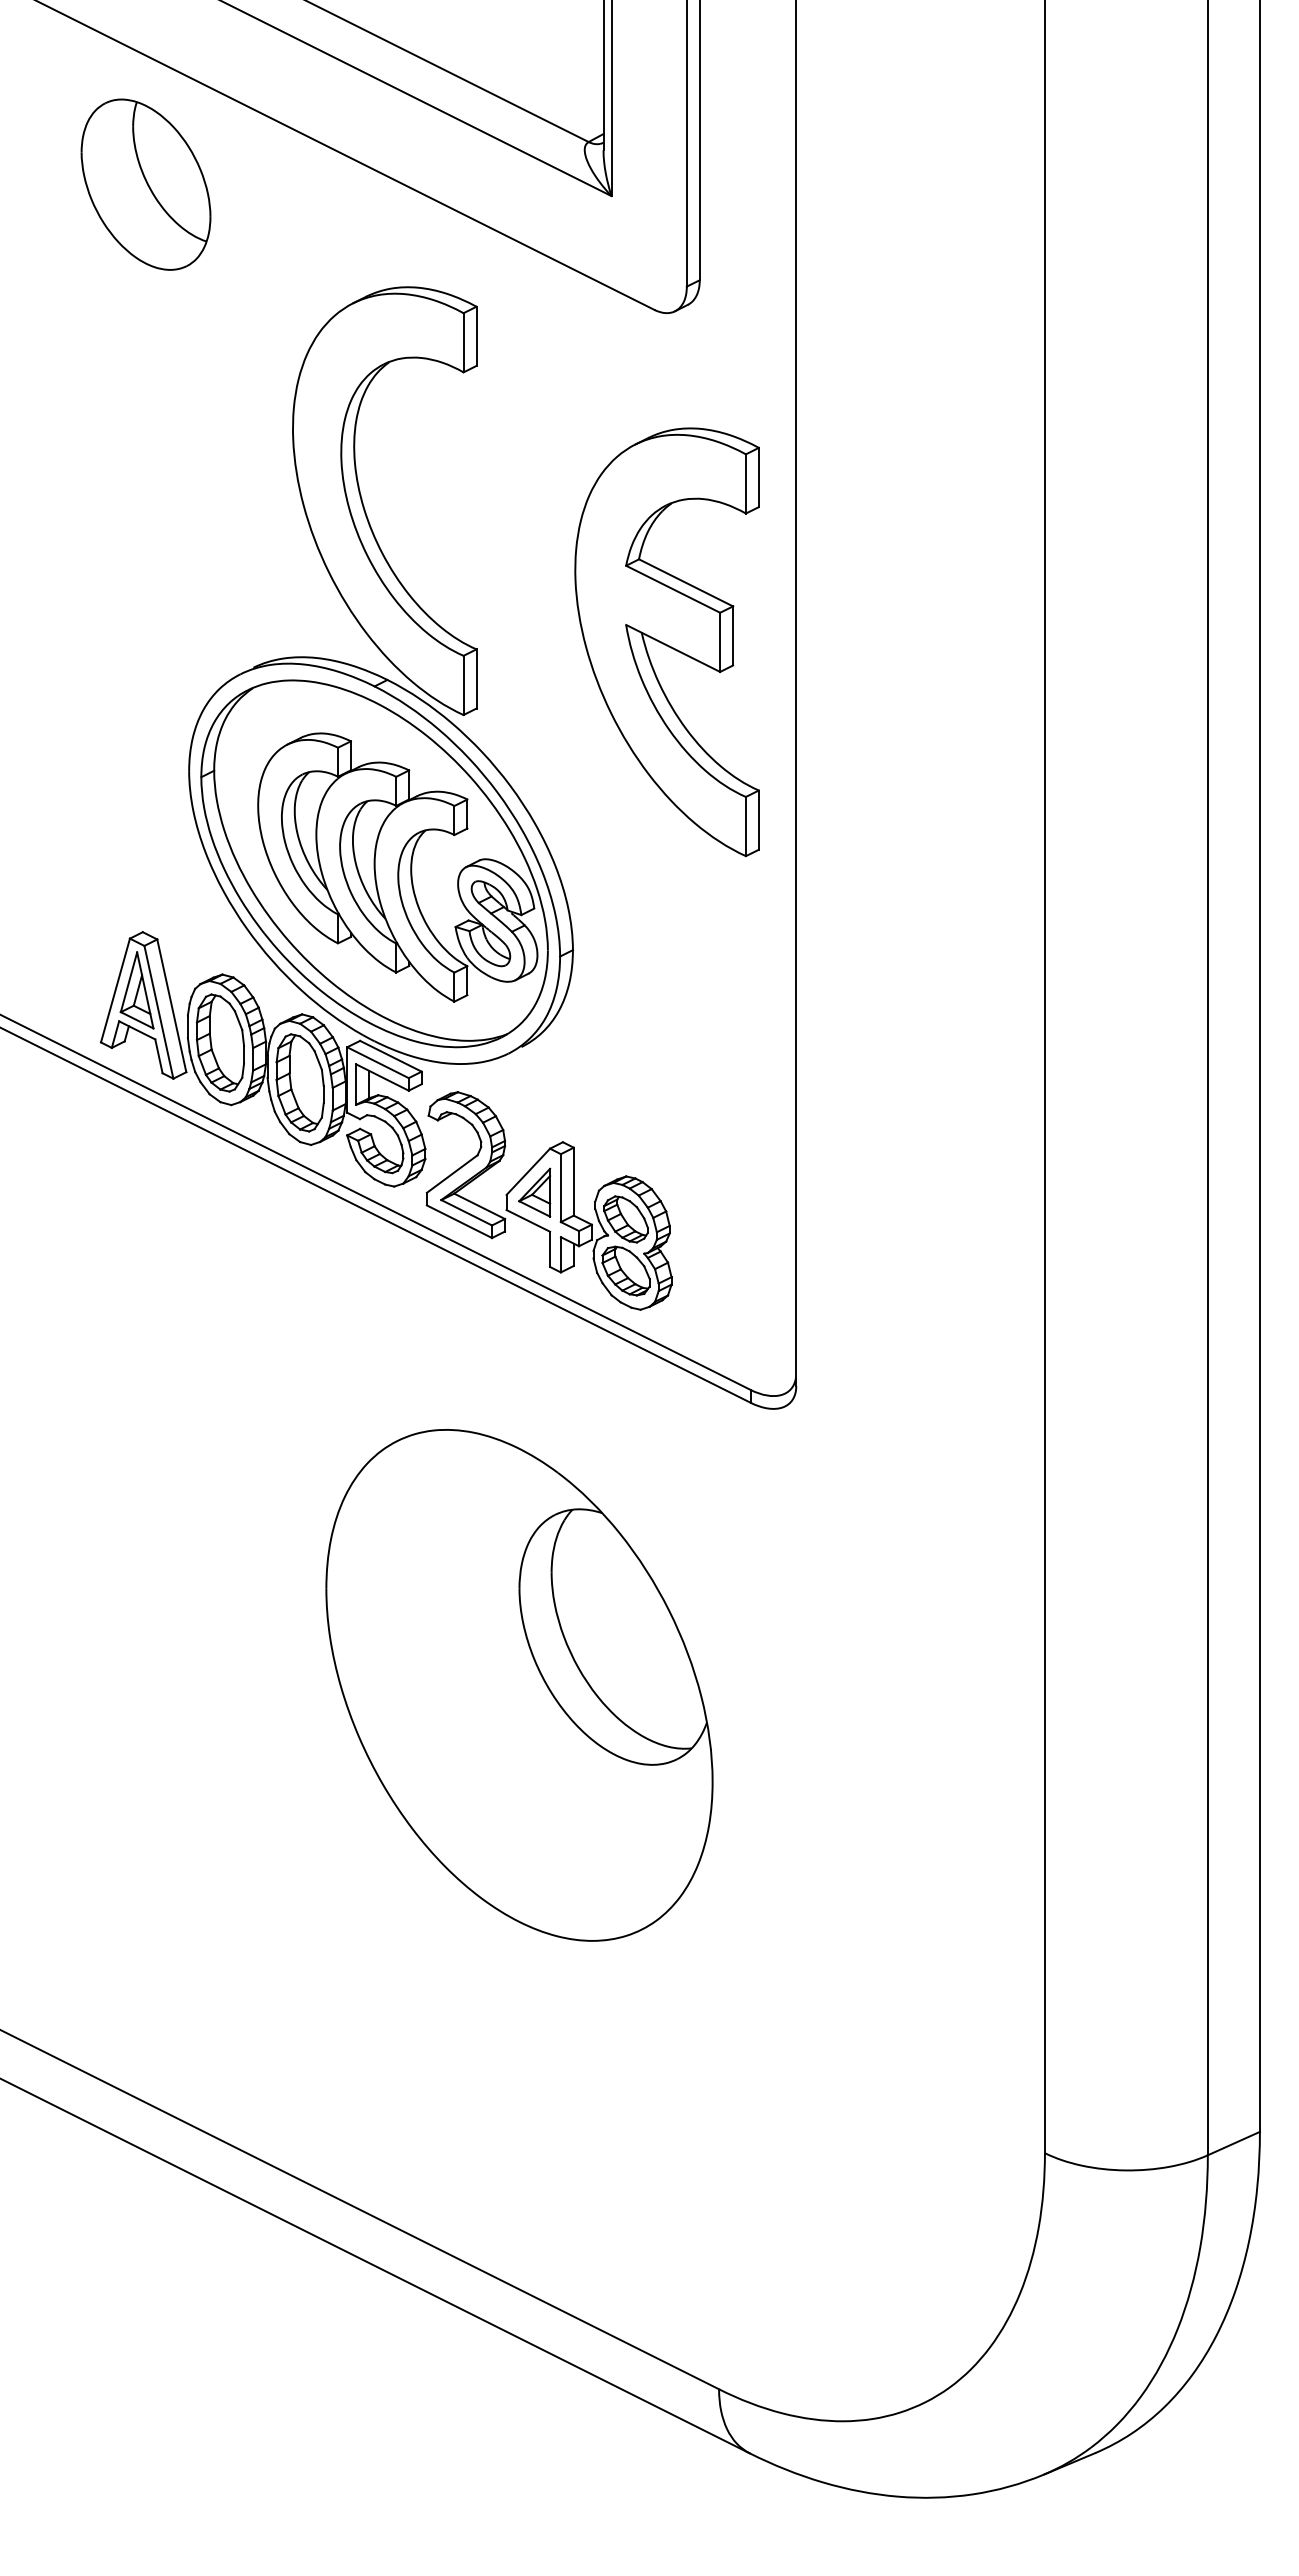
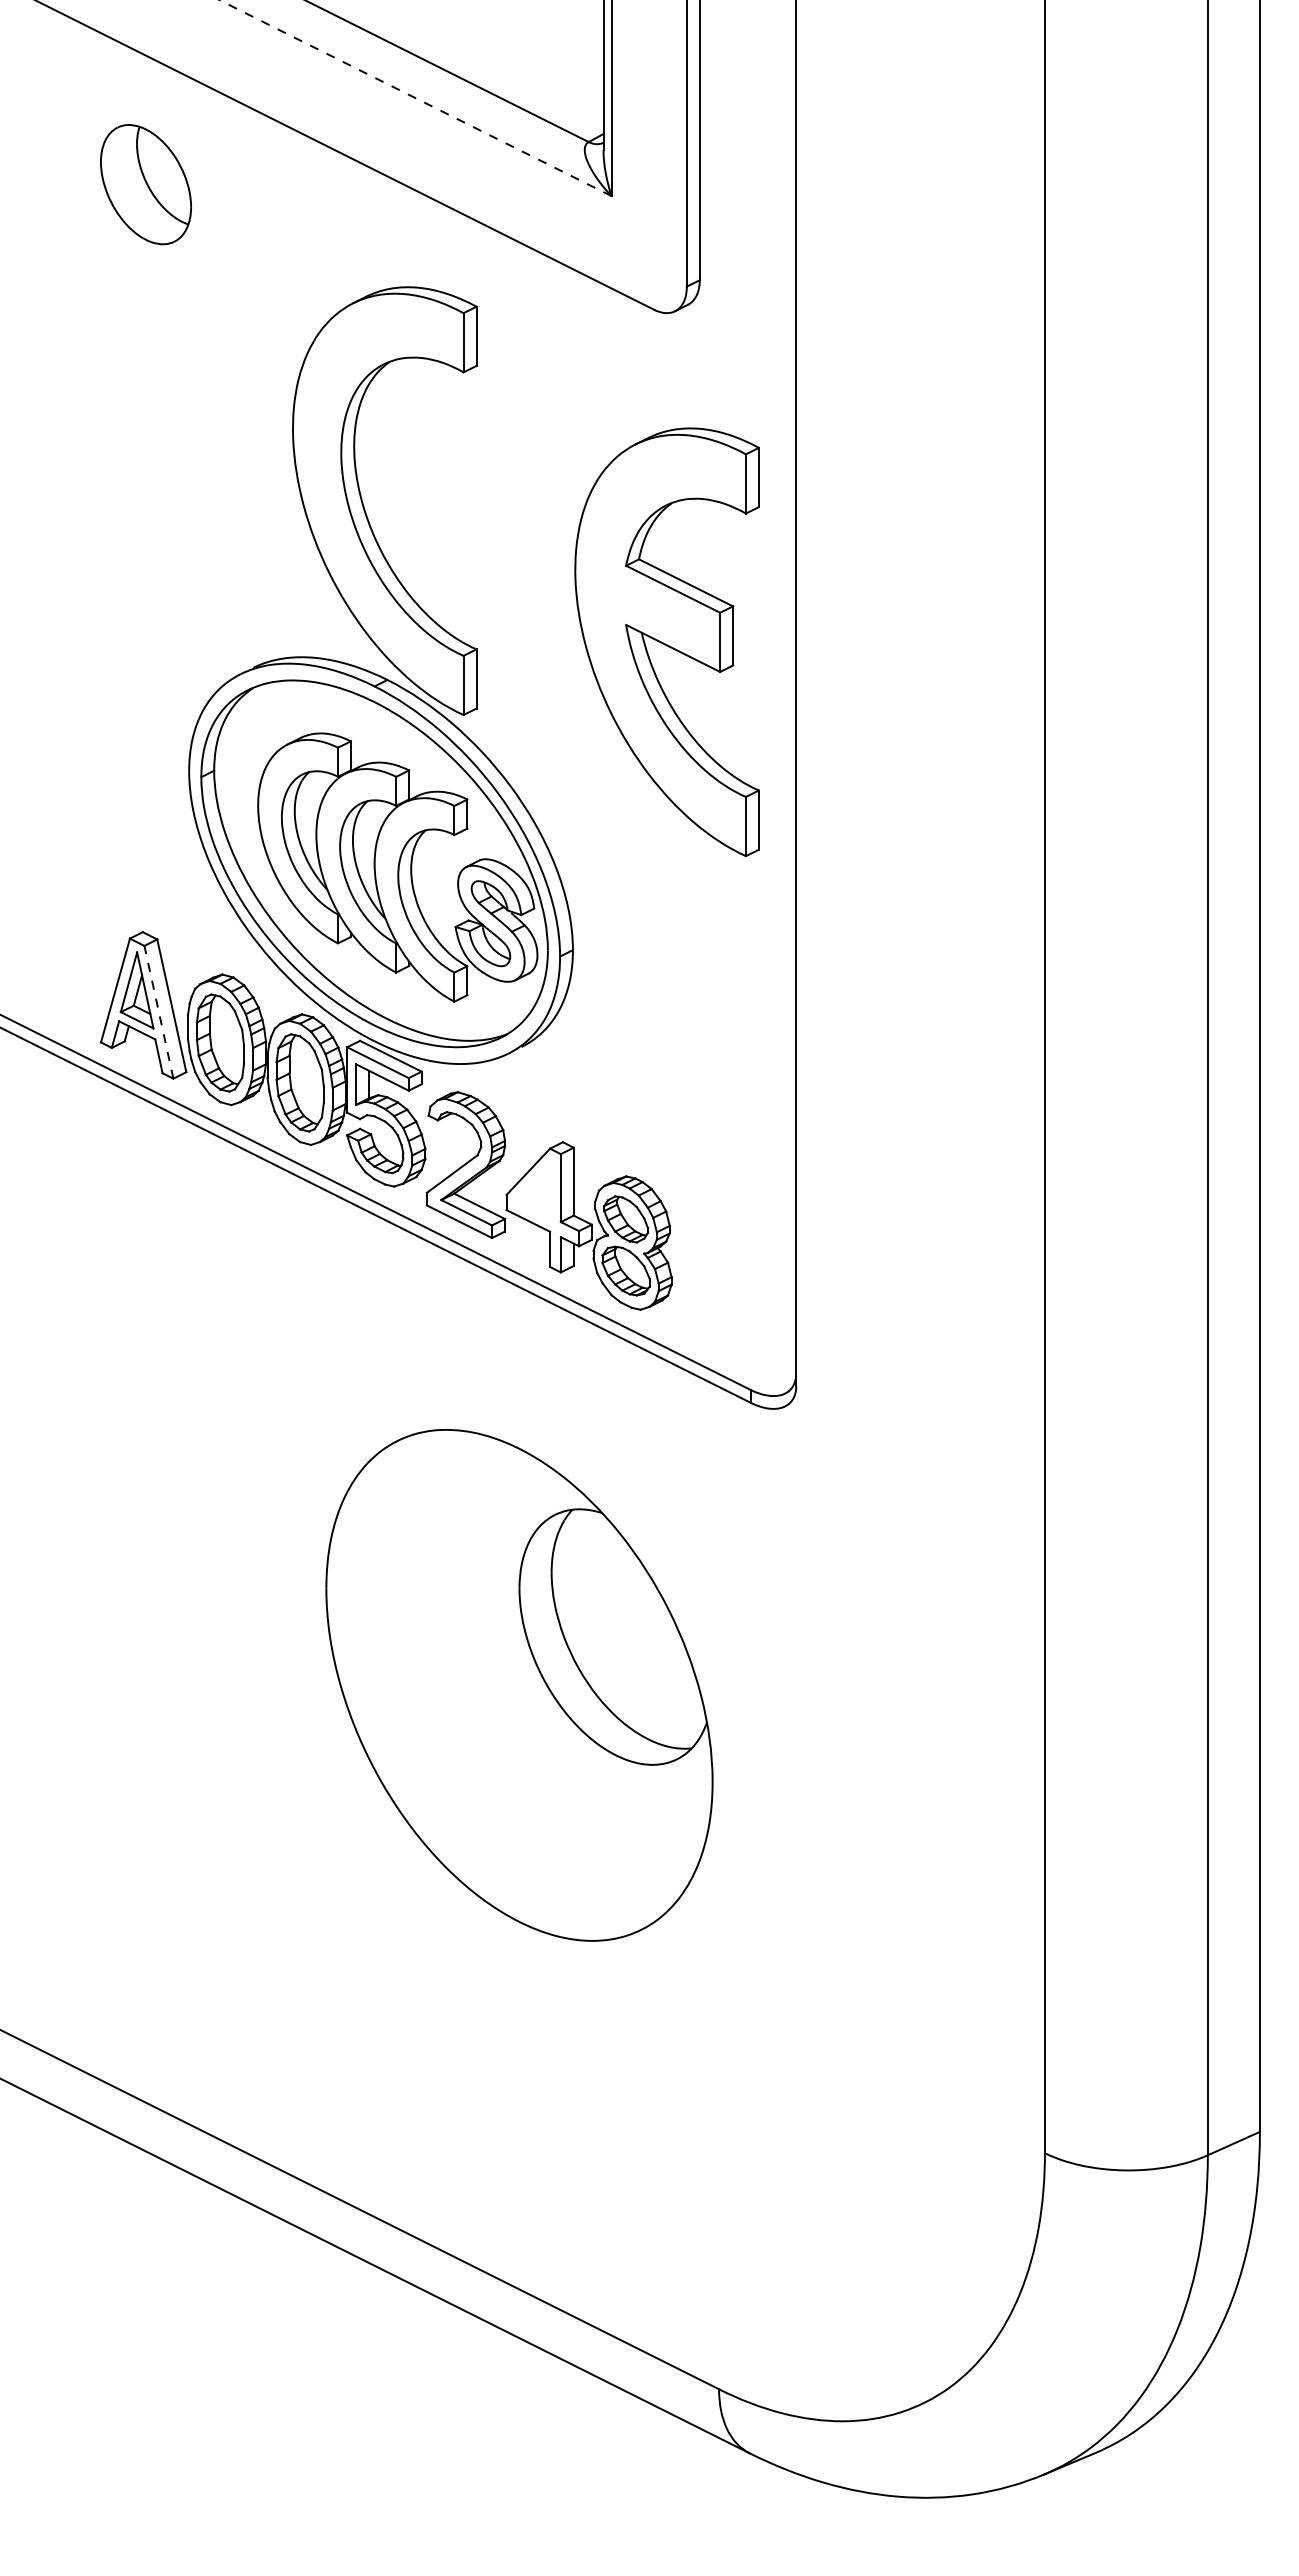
line at (415, 97): solid -> dashed
part at (145, 184) size: 132x173 px -> 92x122 px
line at (158, 1012): solid -> dashed
part at (534, 1192): present -> none
